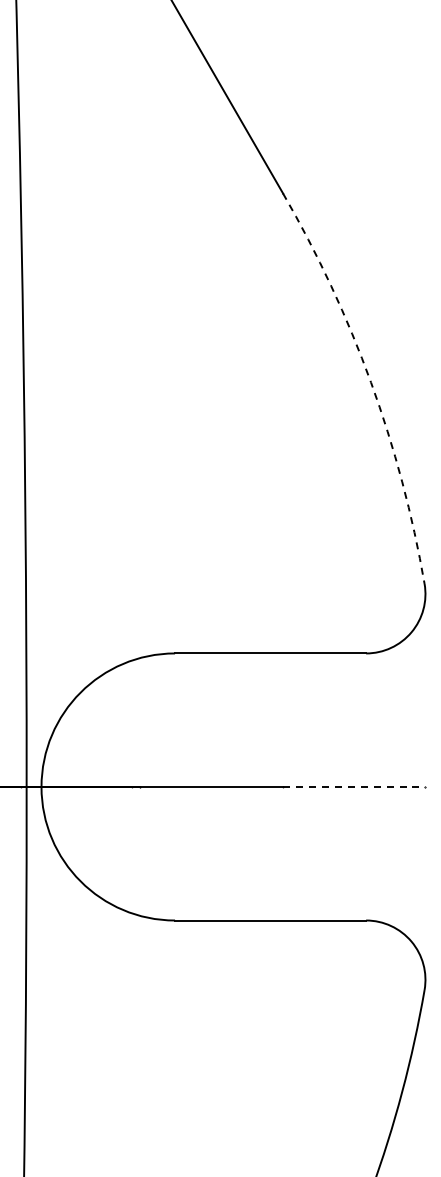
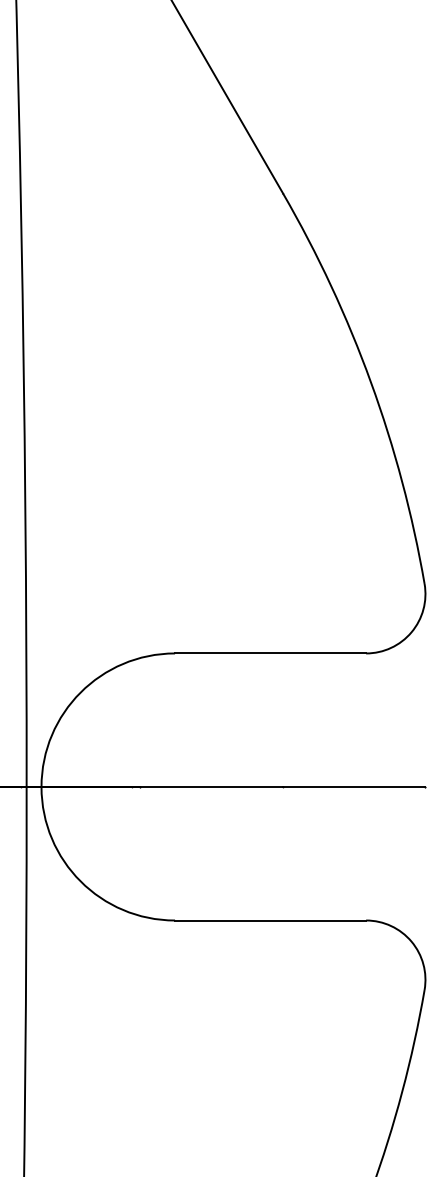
arc at (371, 382): dashed -> solid
line at (353, 786): dashed -> solid
